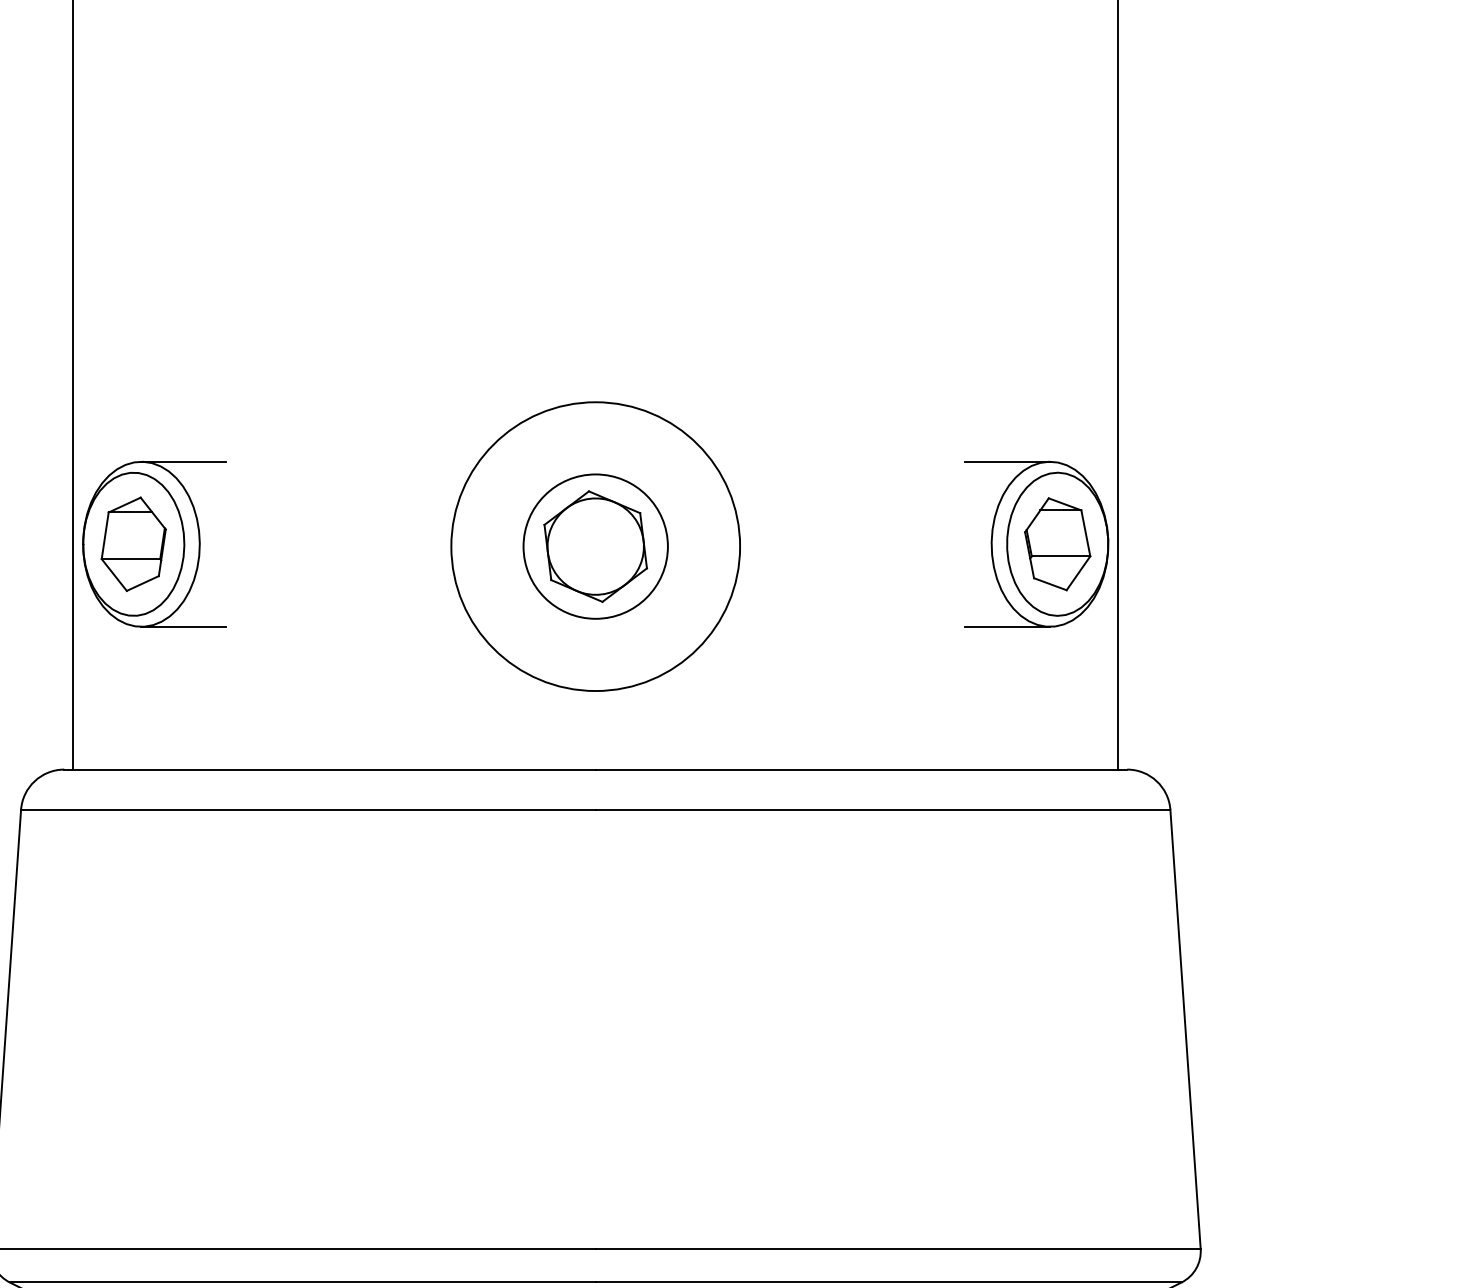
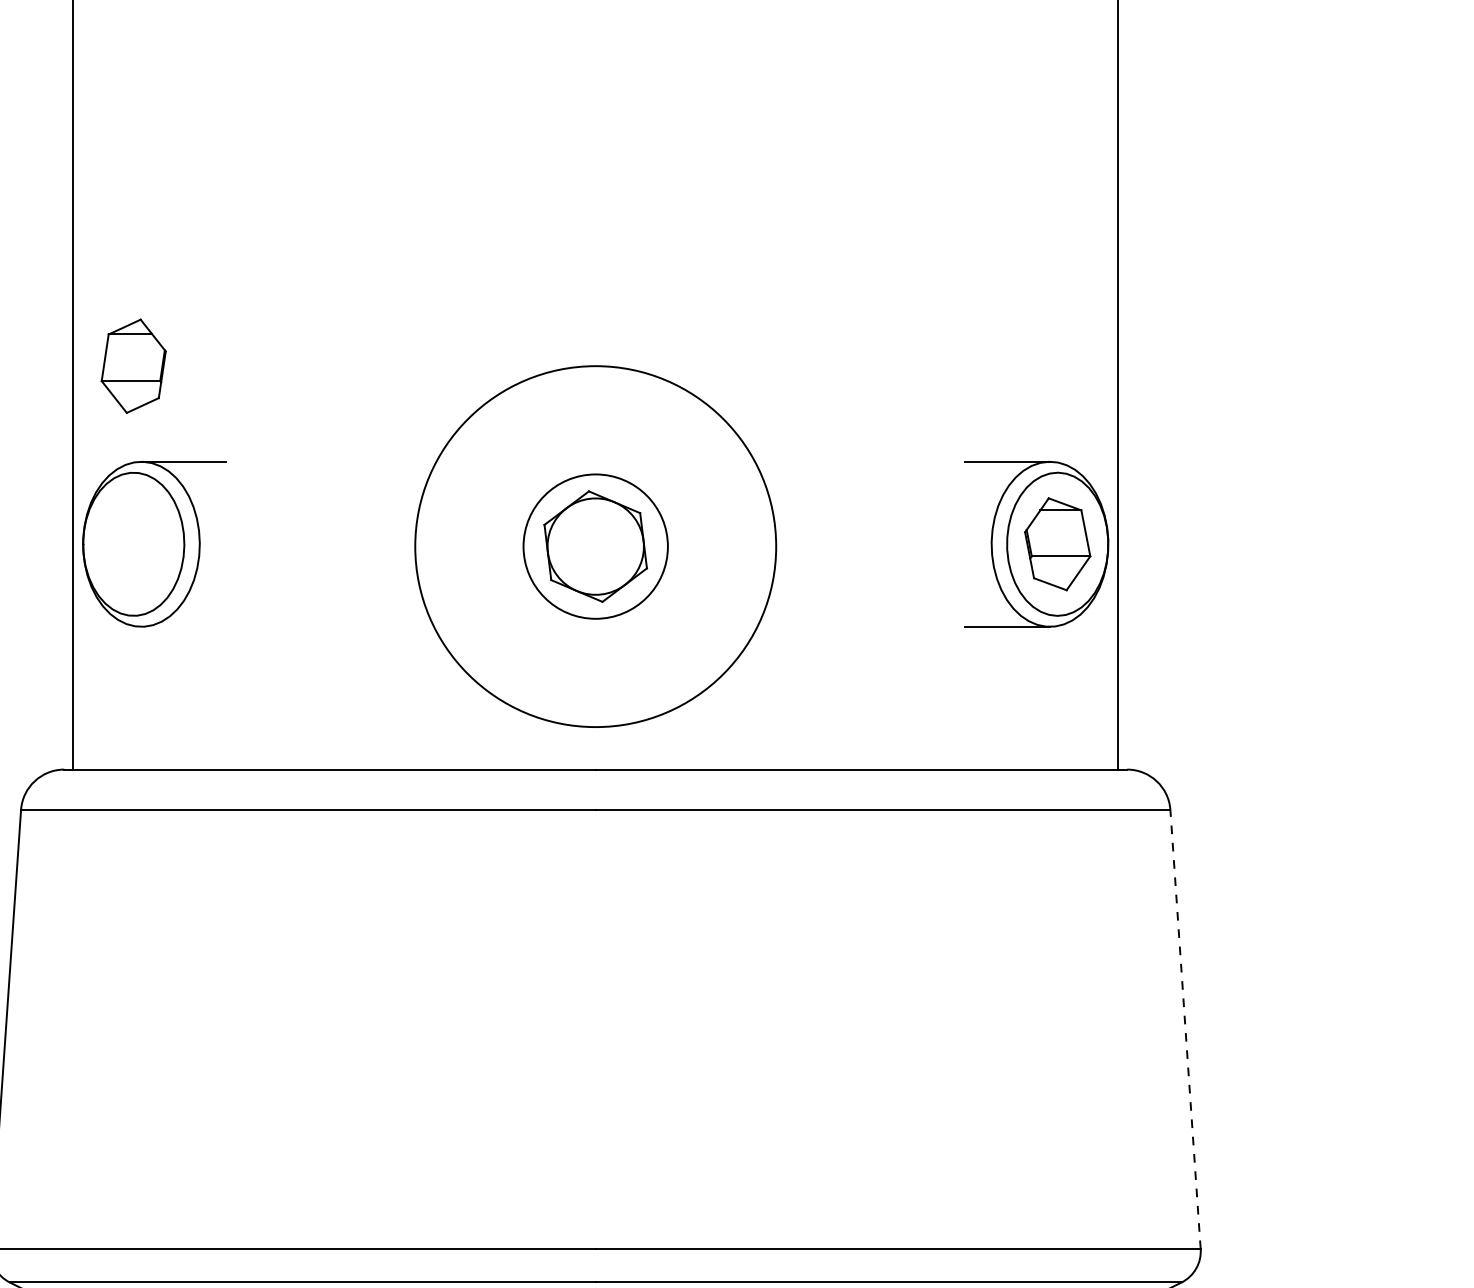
part at (133, 544) position: (133, 544) -> (133, 366)
circle at (595, 546) diameter: 289 px -> 361 px
line at (183, 626): present -> none
line at (1185, 1029): solid -> dashed
